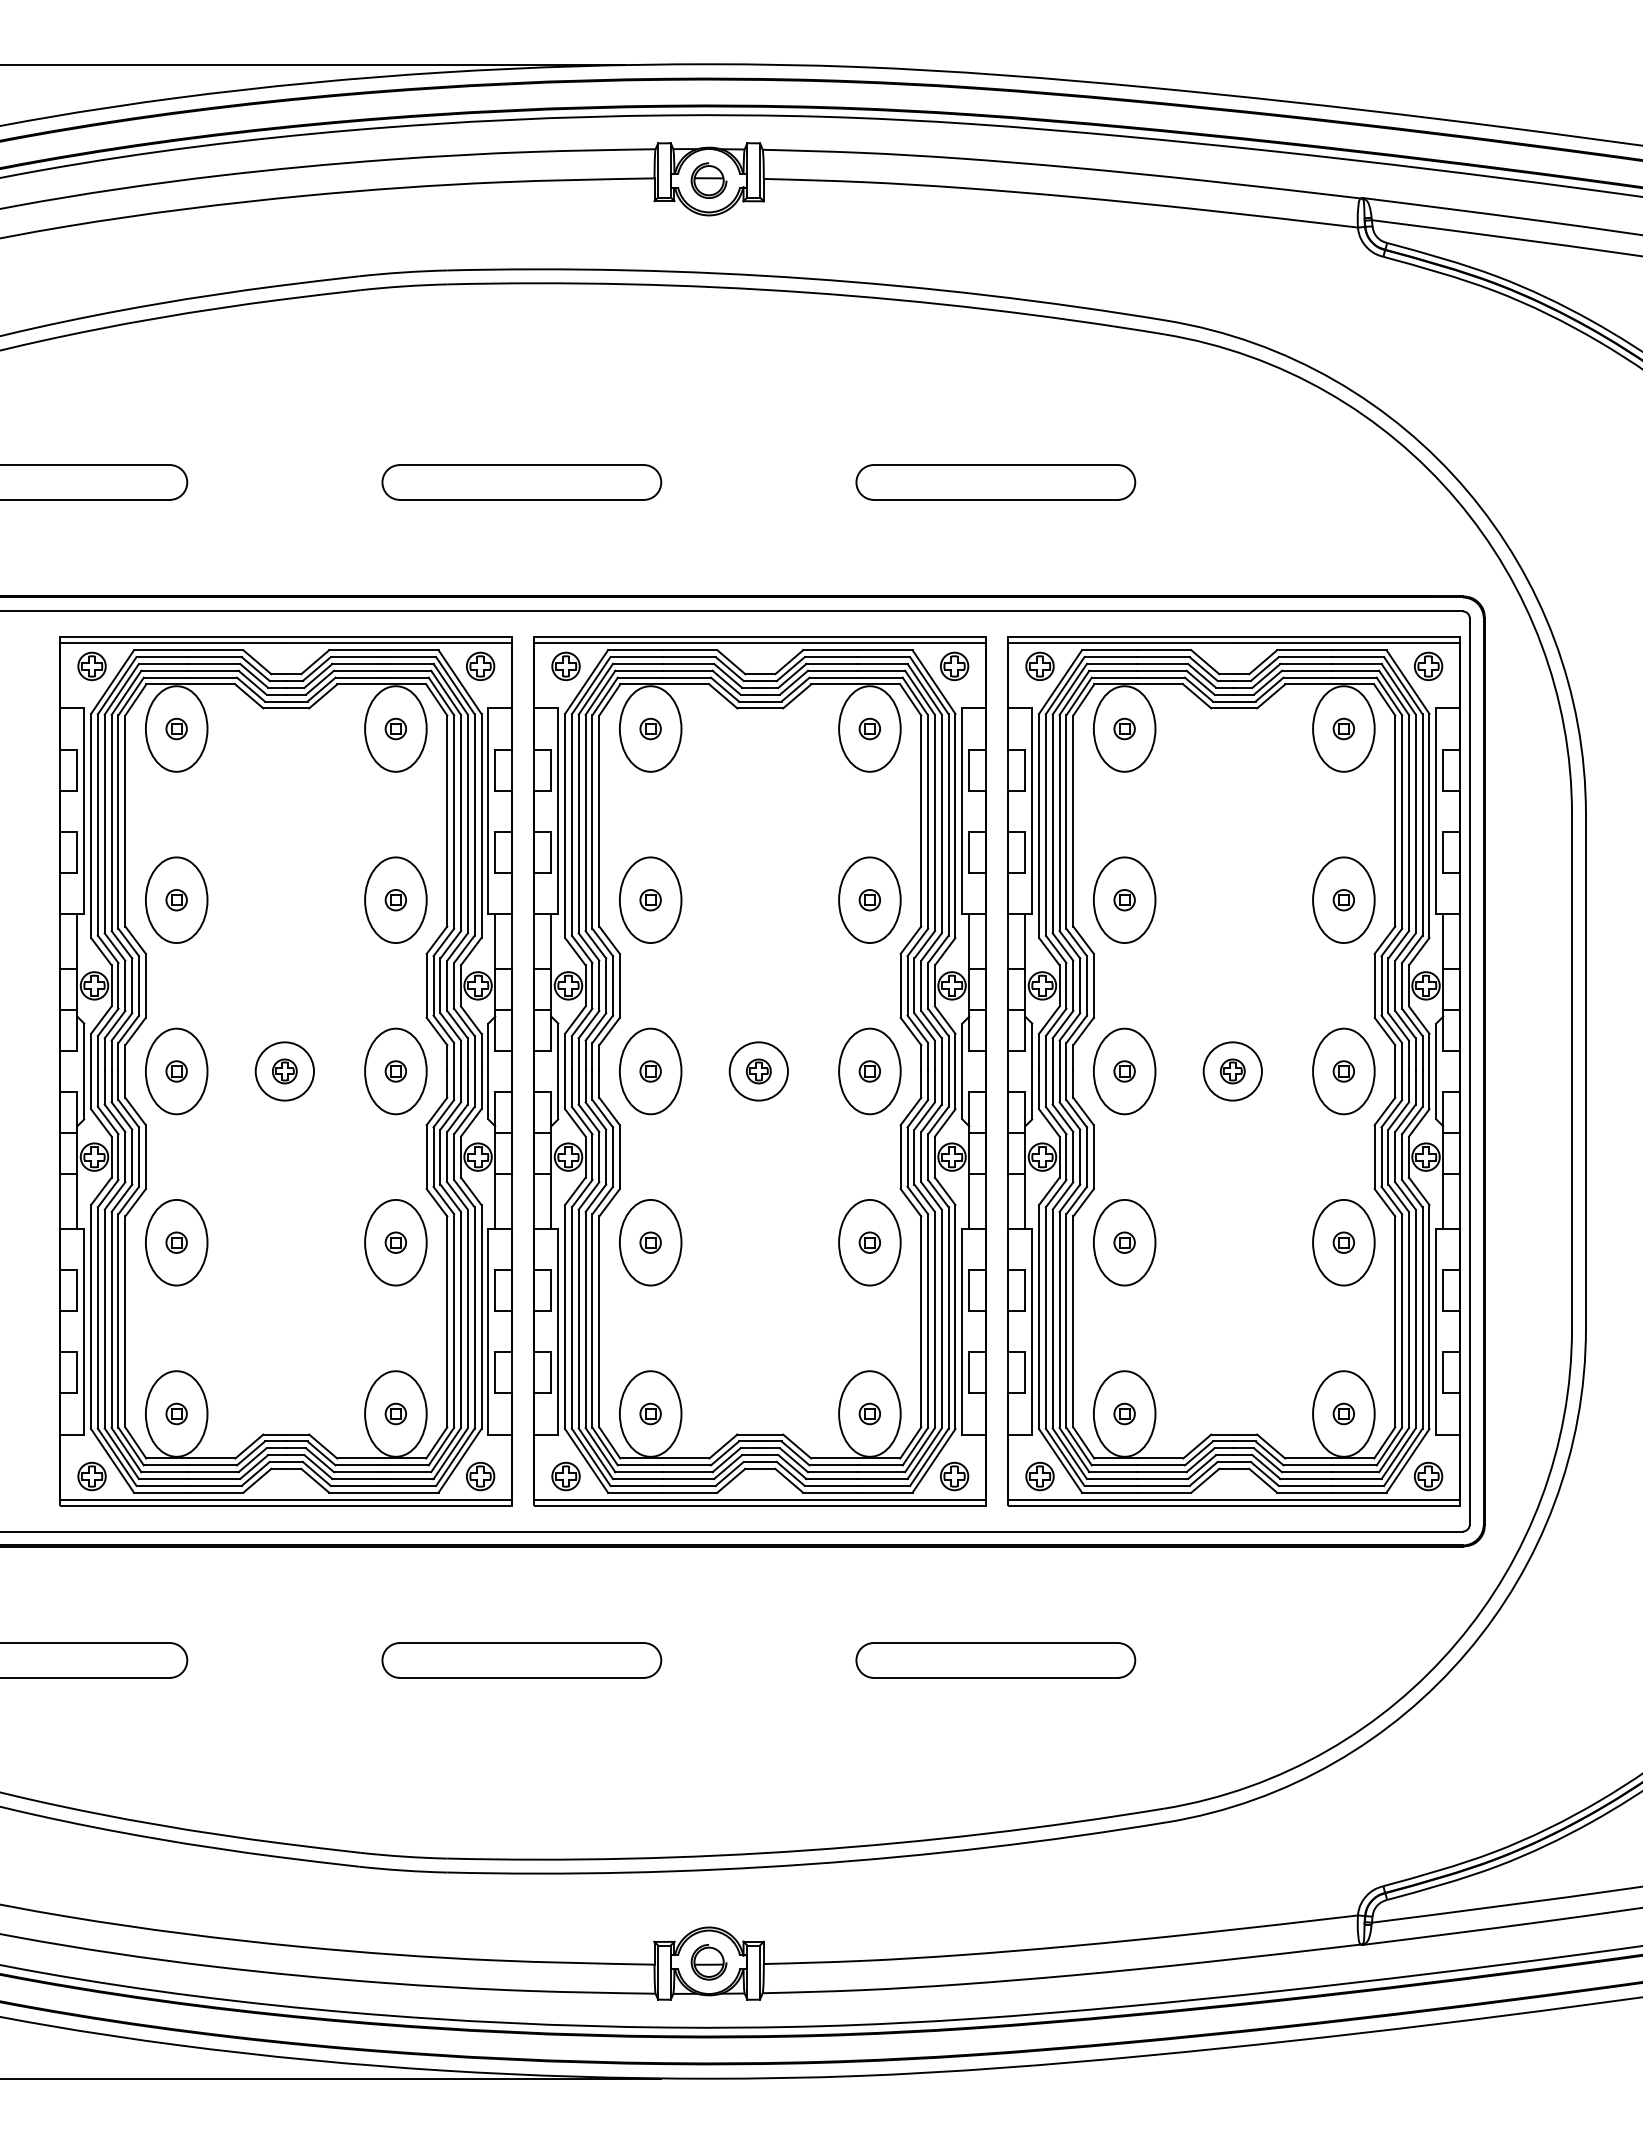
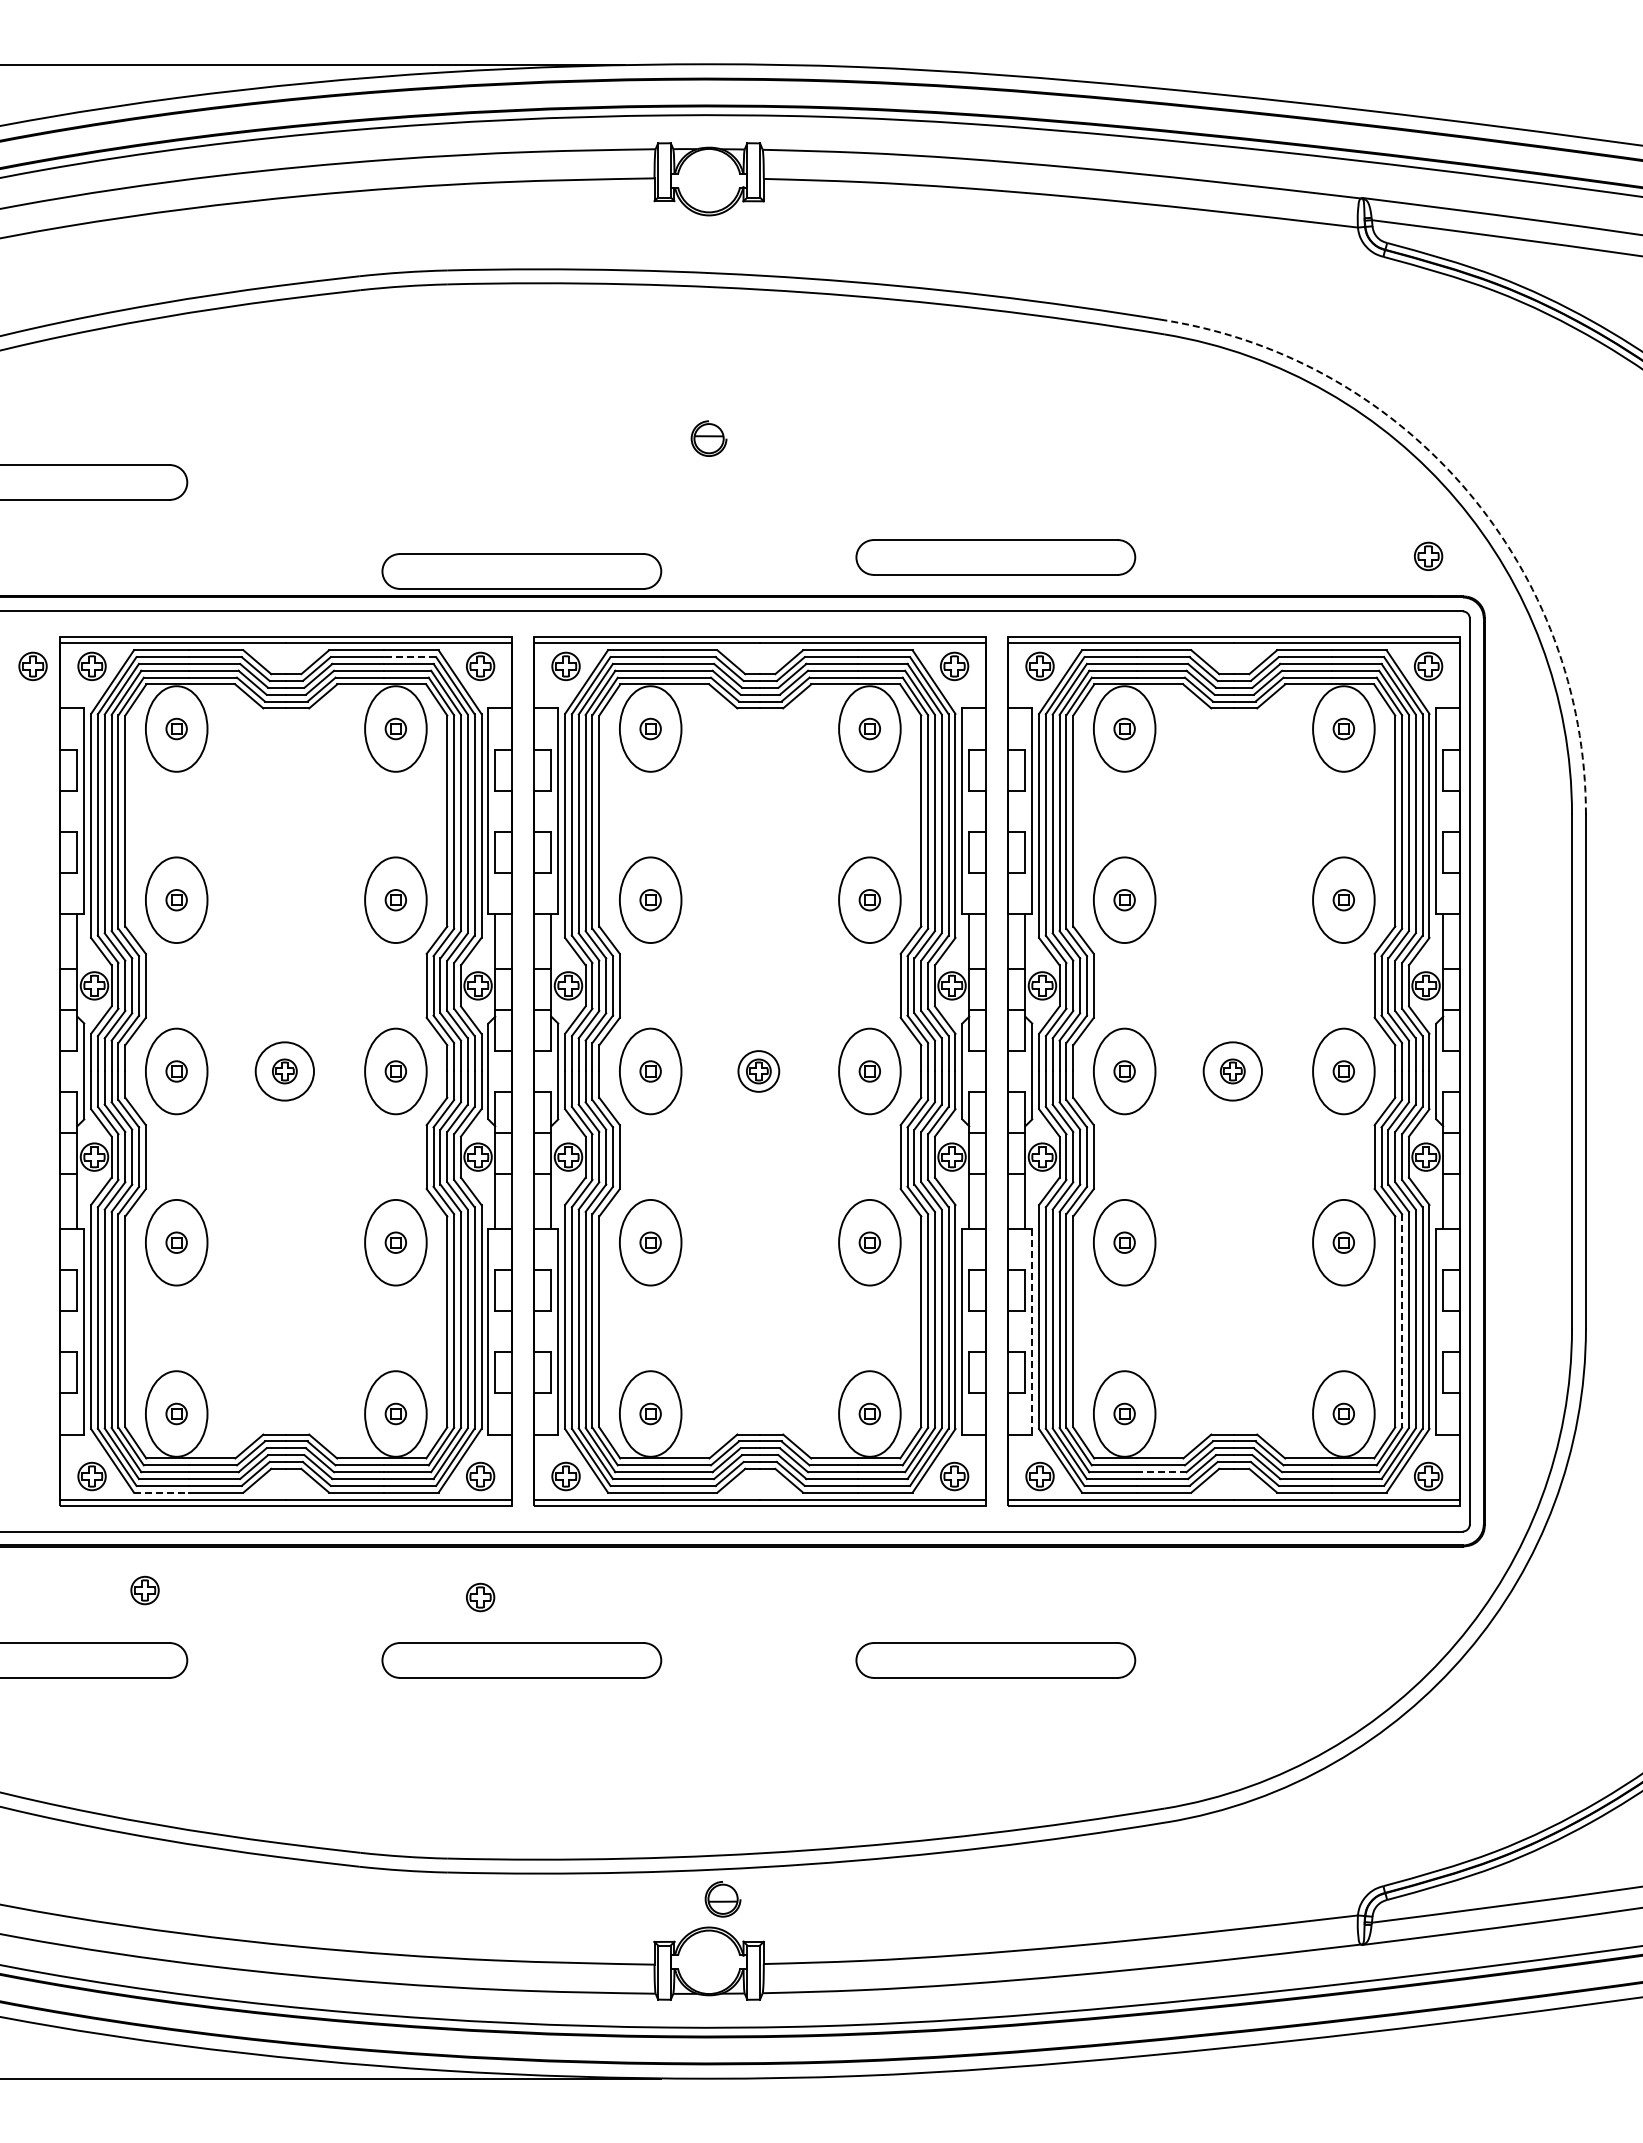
part at (708, 180) position: (708, 180) -> (708, 438)
part at (521, 482) position: (521, 482) -> (521, 571)
part at (995, 482) position: (995, 482) -> (995, 557)
arc at (1467, 490): solid -> dashed
part at (1428, 555): none -> present
line at (409, 657): solid -> dashed
part at (32, 665): none -> present
circle at (758, 1071) diameter: 58 px -> 41 px
line at (1402, 1320): solid -> dashed
line at (1032, 1331): solid -> dashed
line at (1161, 1472): solid -> dashed
line at (161, 1492): solid -> dashed
part at (144, 1590): none -> present
part at (480, 1597): none -> present
part at (708, 1962) position: (708, 1962) -> (722, 1899)
